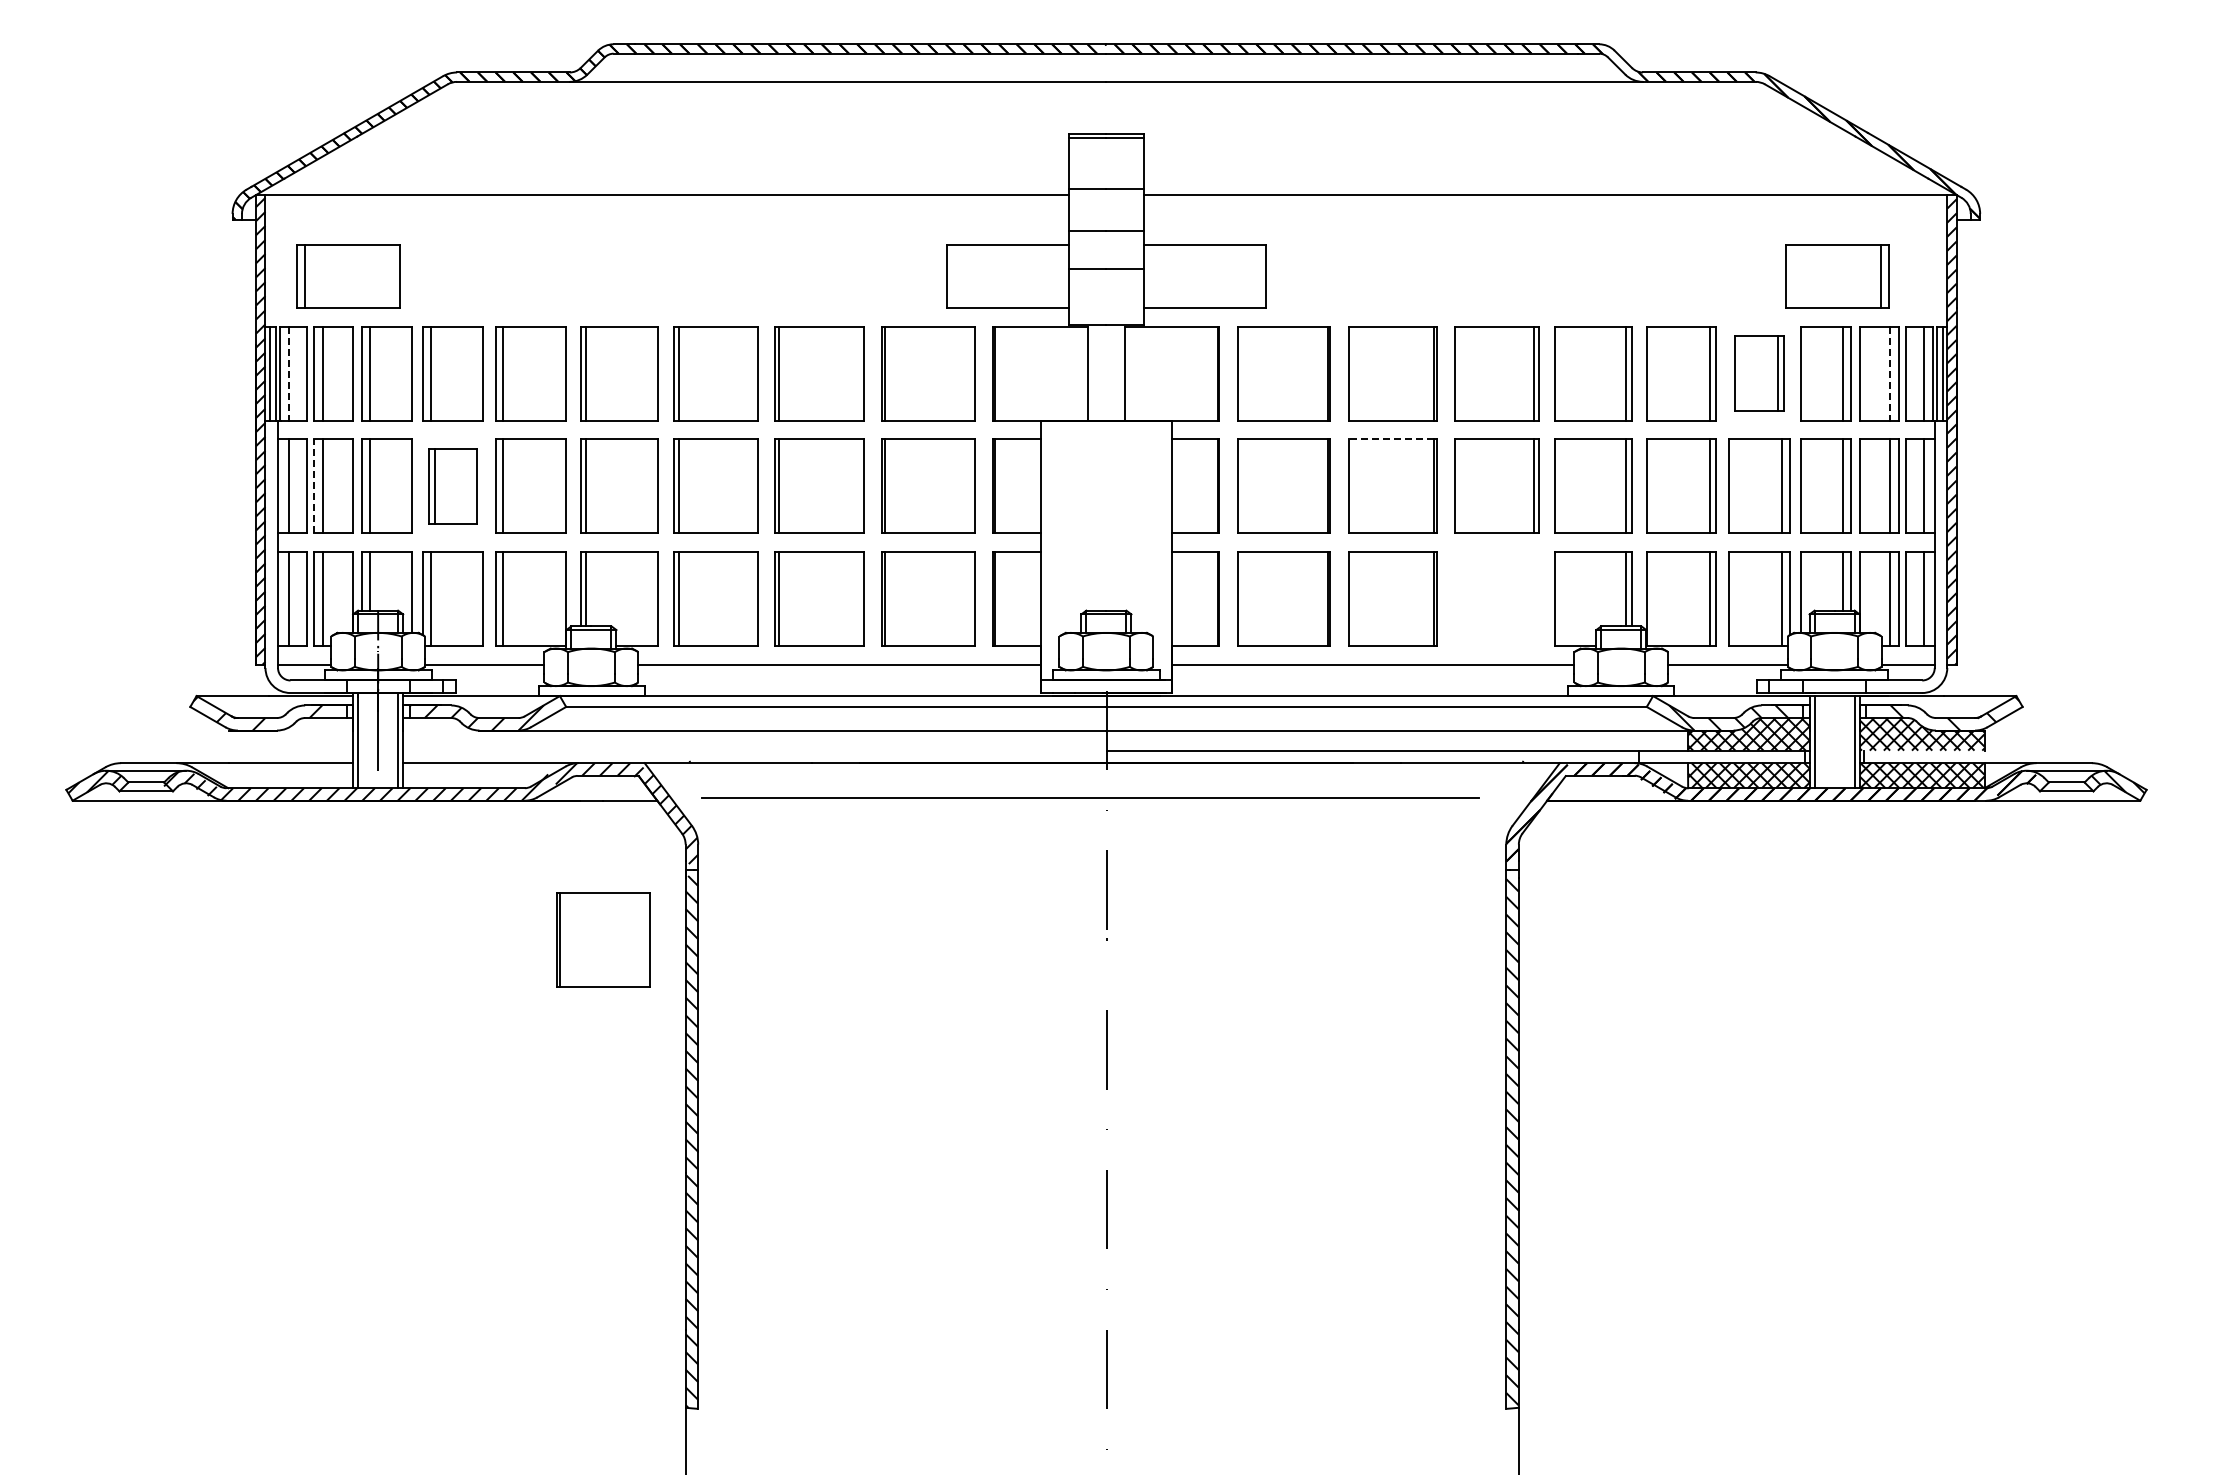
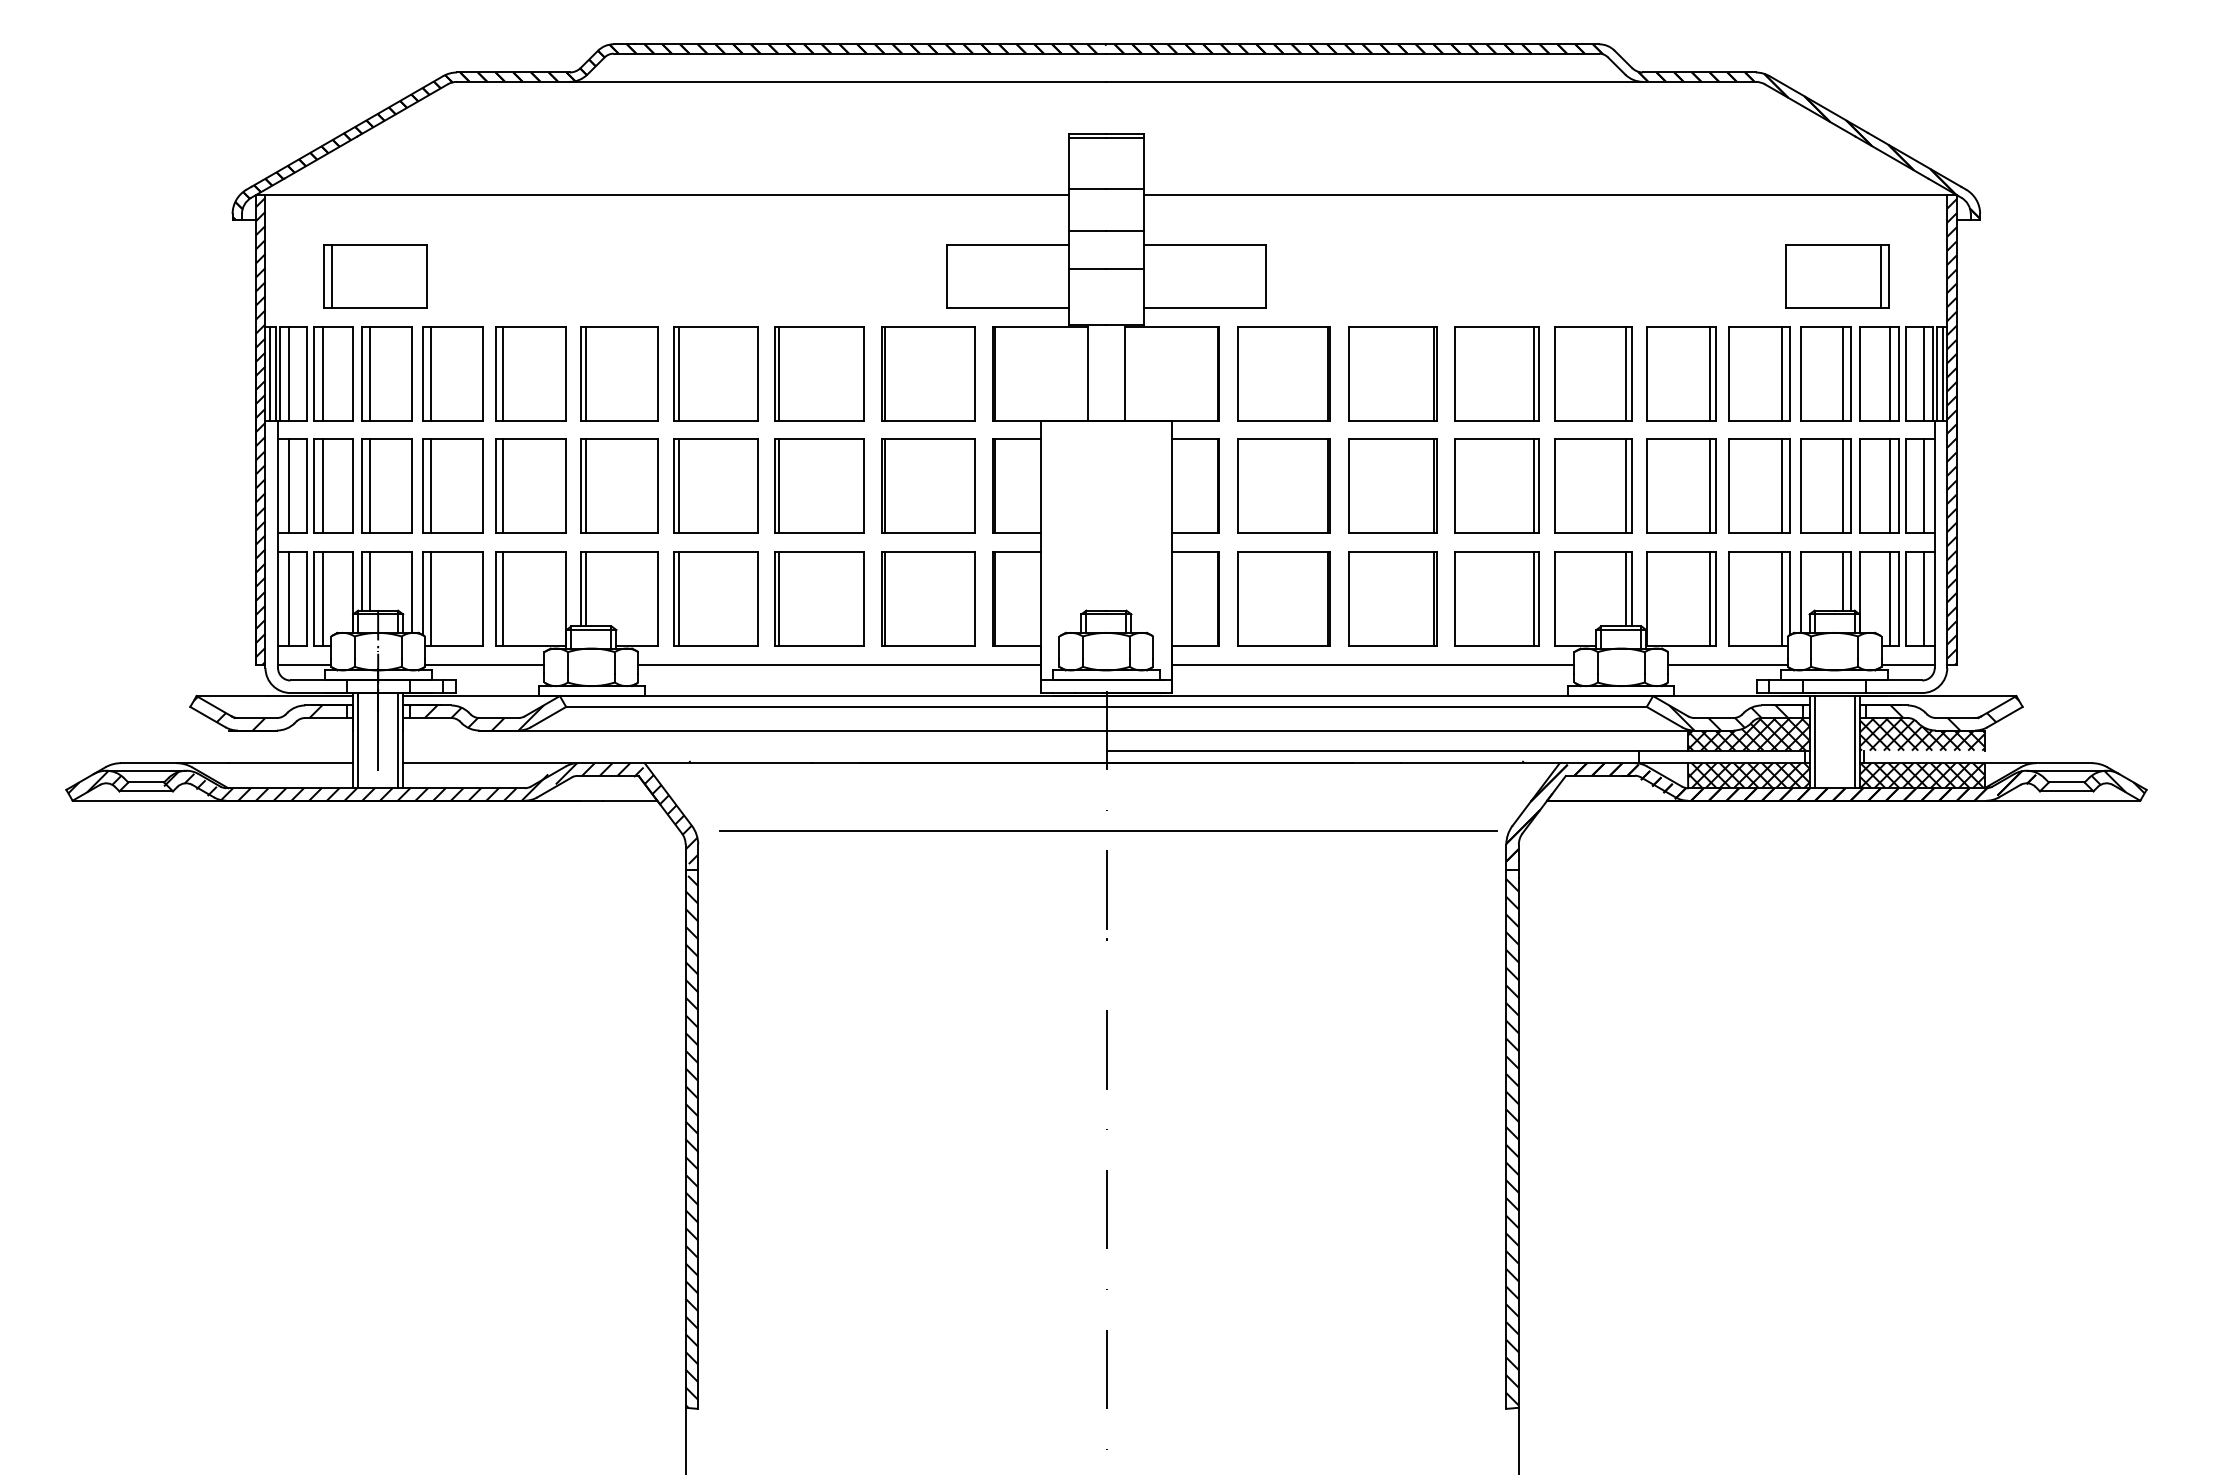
part at (348, 276) position: (348, 276) -> (375, 276)
line at (289, 373): dashed -> solid
part at (1759, 373) size: 51x77 px -> 63x96 px
line at (1890, 373): dashed -> solid
line at (1391, 439): dashed -> solid
line at (313, 486): dashed -> solid
part at (452, 486) size: 50x77 px -> 62x96 px
part at (1496, 598): none -> present
line at (1090, 797) position: (1090, 797) -> (1108, 830)
part at (603, 939): present -> none
